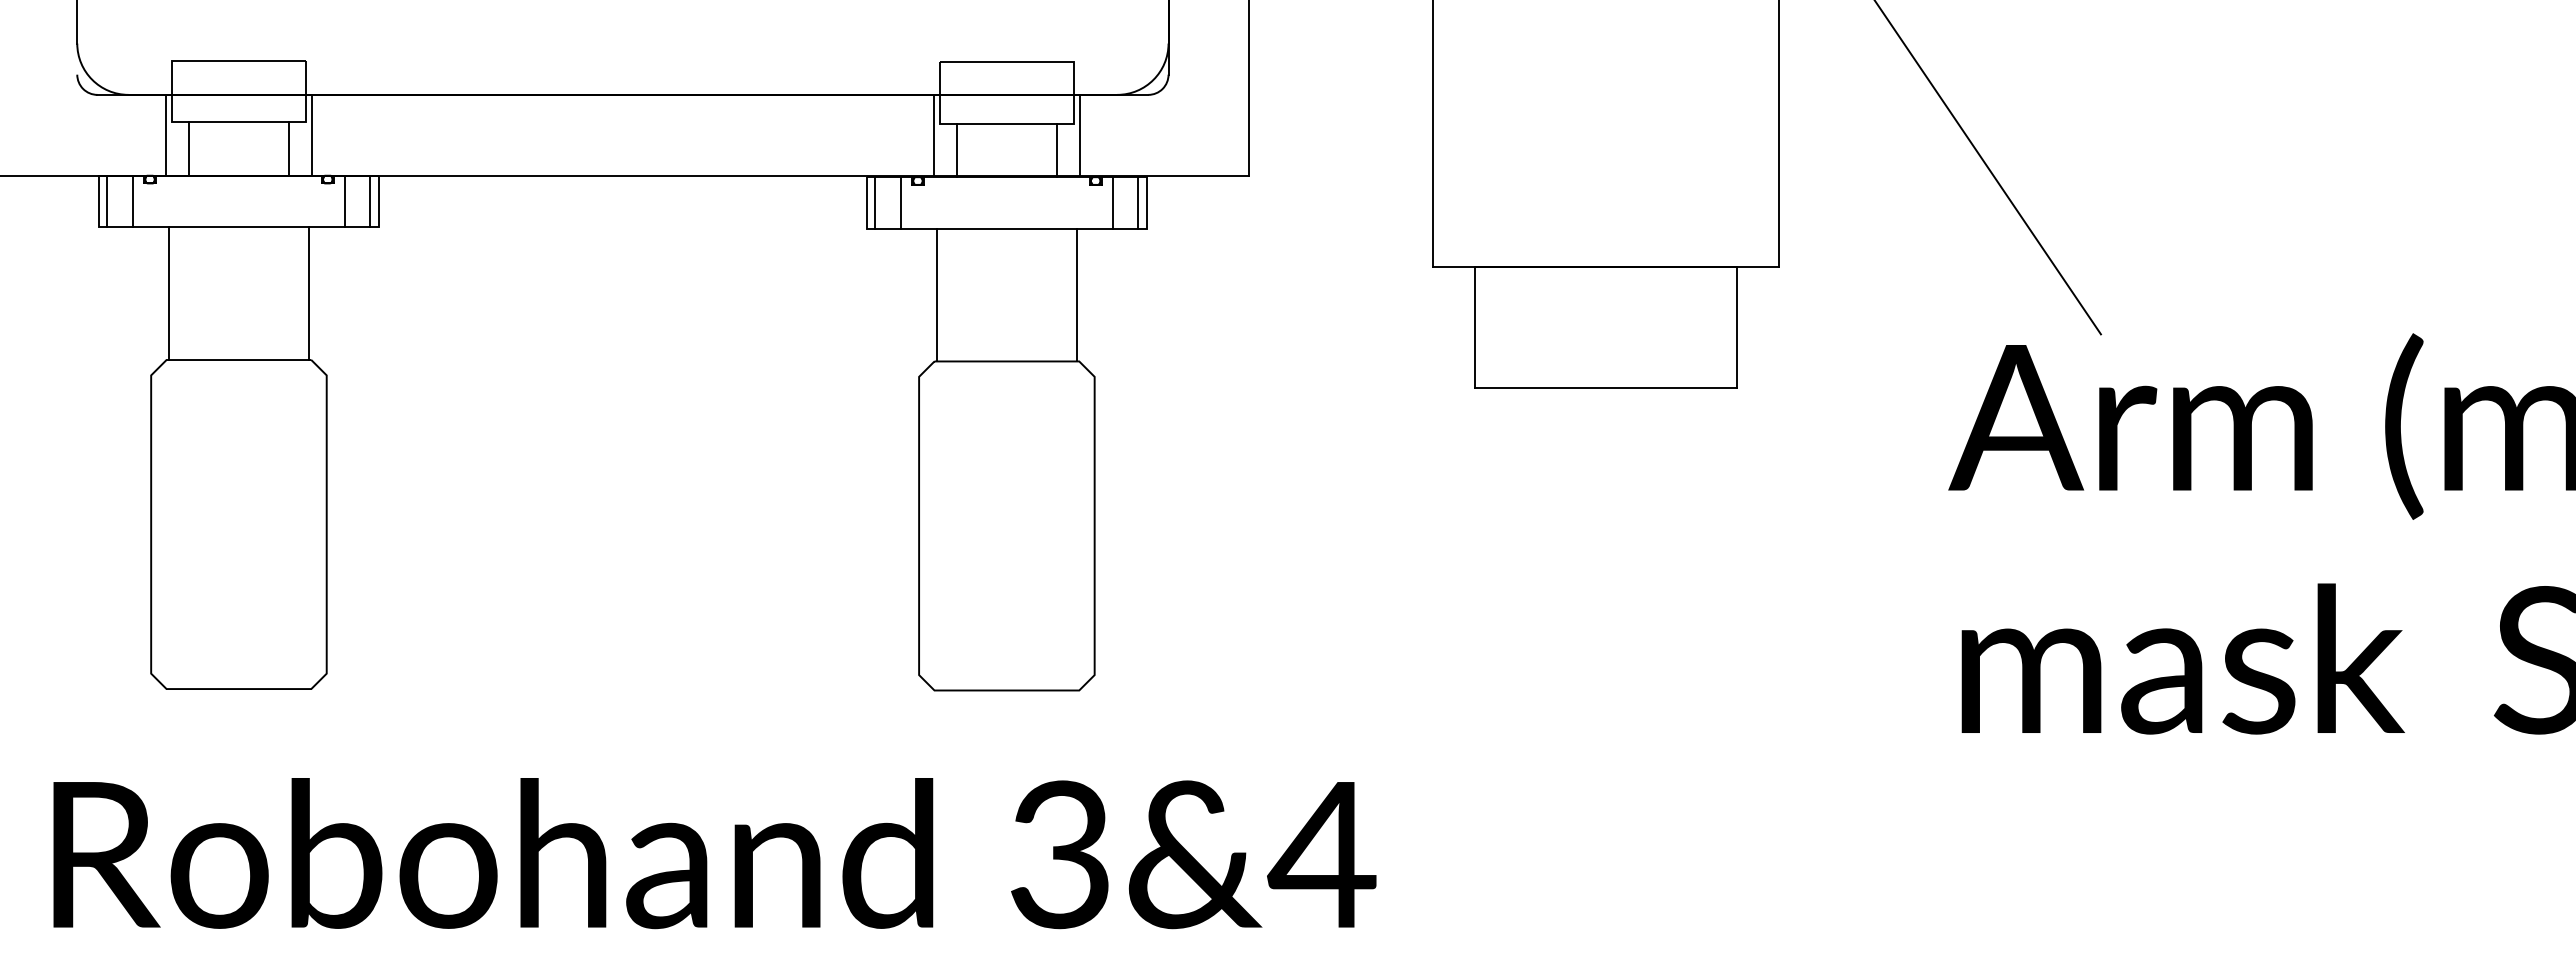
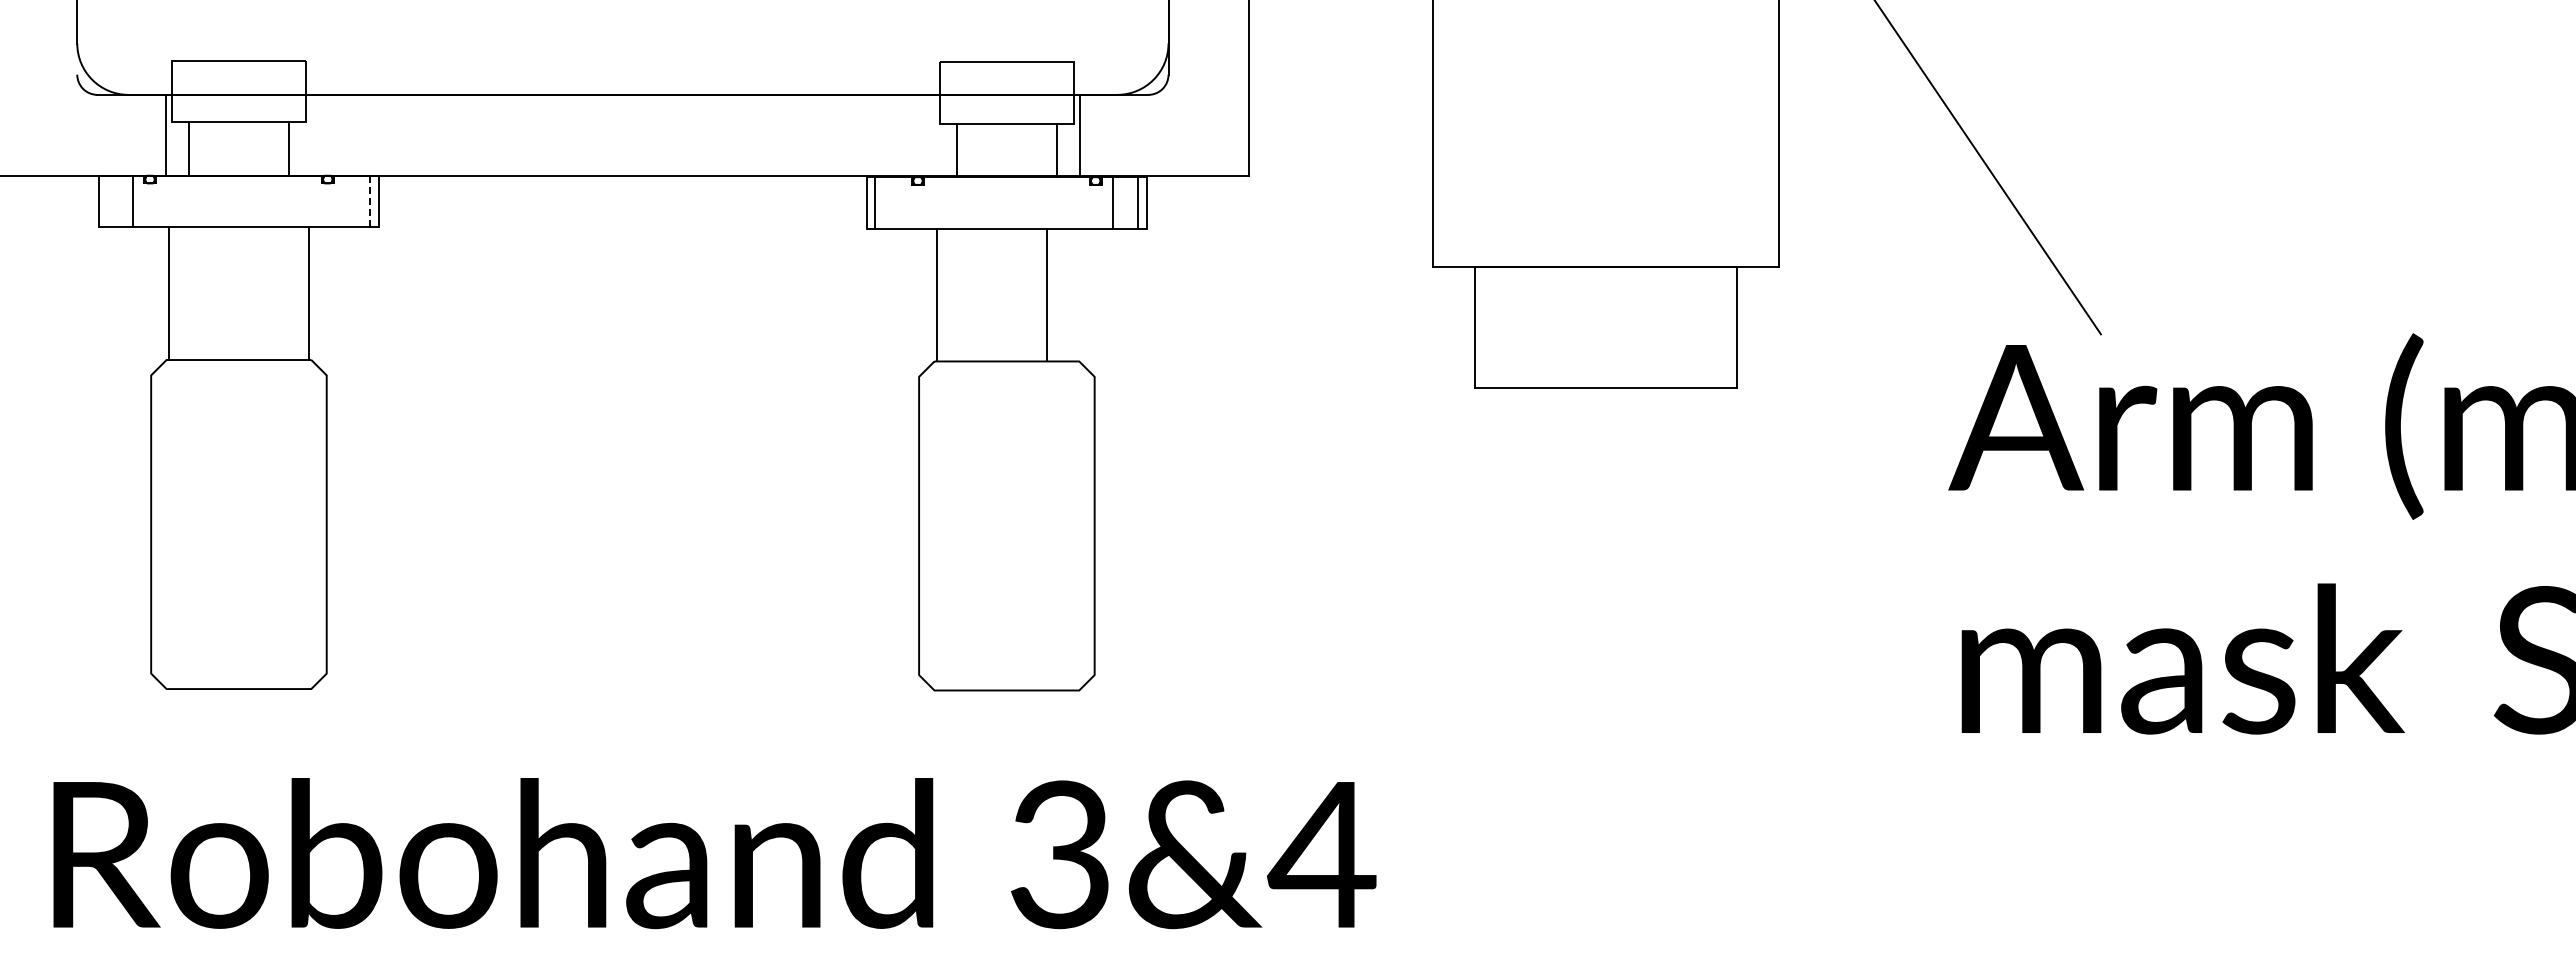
line at (311, 134): present -> none
line at (934, 134): present -> none
line at (107, 201): present -> none
line at (344, 201): present -> none
line at (370, 201): solid -> dashed
line at (901, 202): present -> none
line at (1076, 294) position: (1076, 294) -> (1046, 294)
